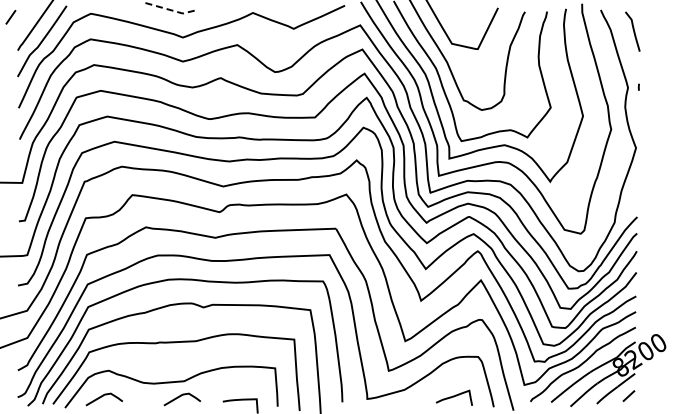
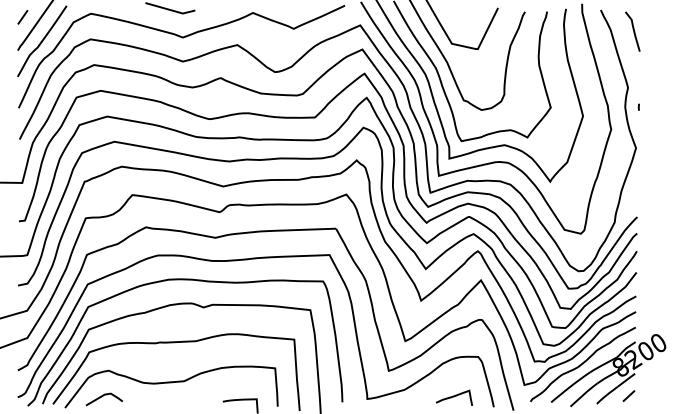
line at (171, 10): dashed -> solid
line at (10, 17) position: (10, 17) -> (22, 17)
line at (638, 86) position: (638, 86) -> (638, 106)
curve at (179, 397): present -> none
